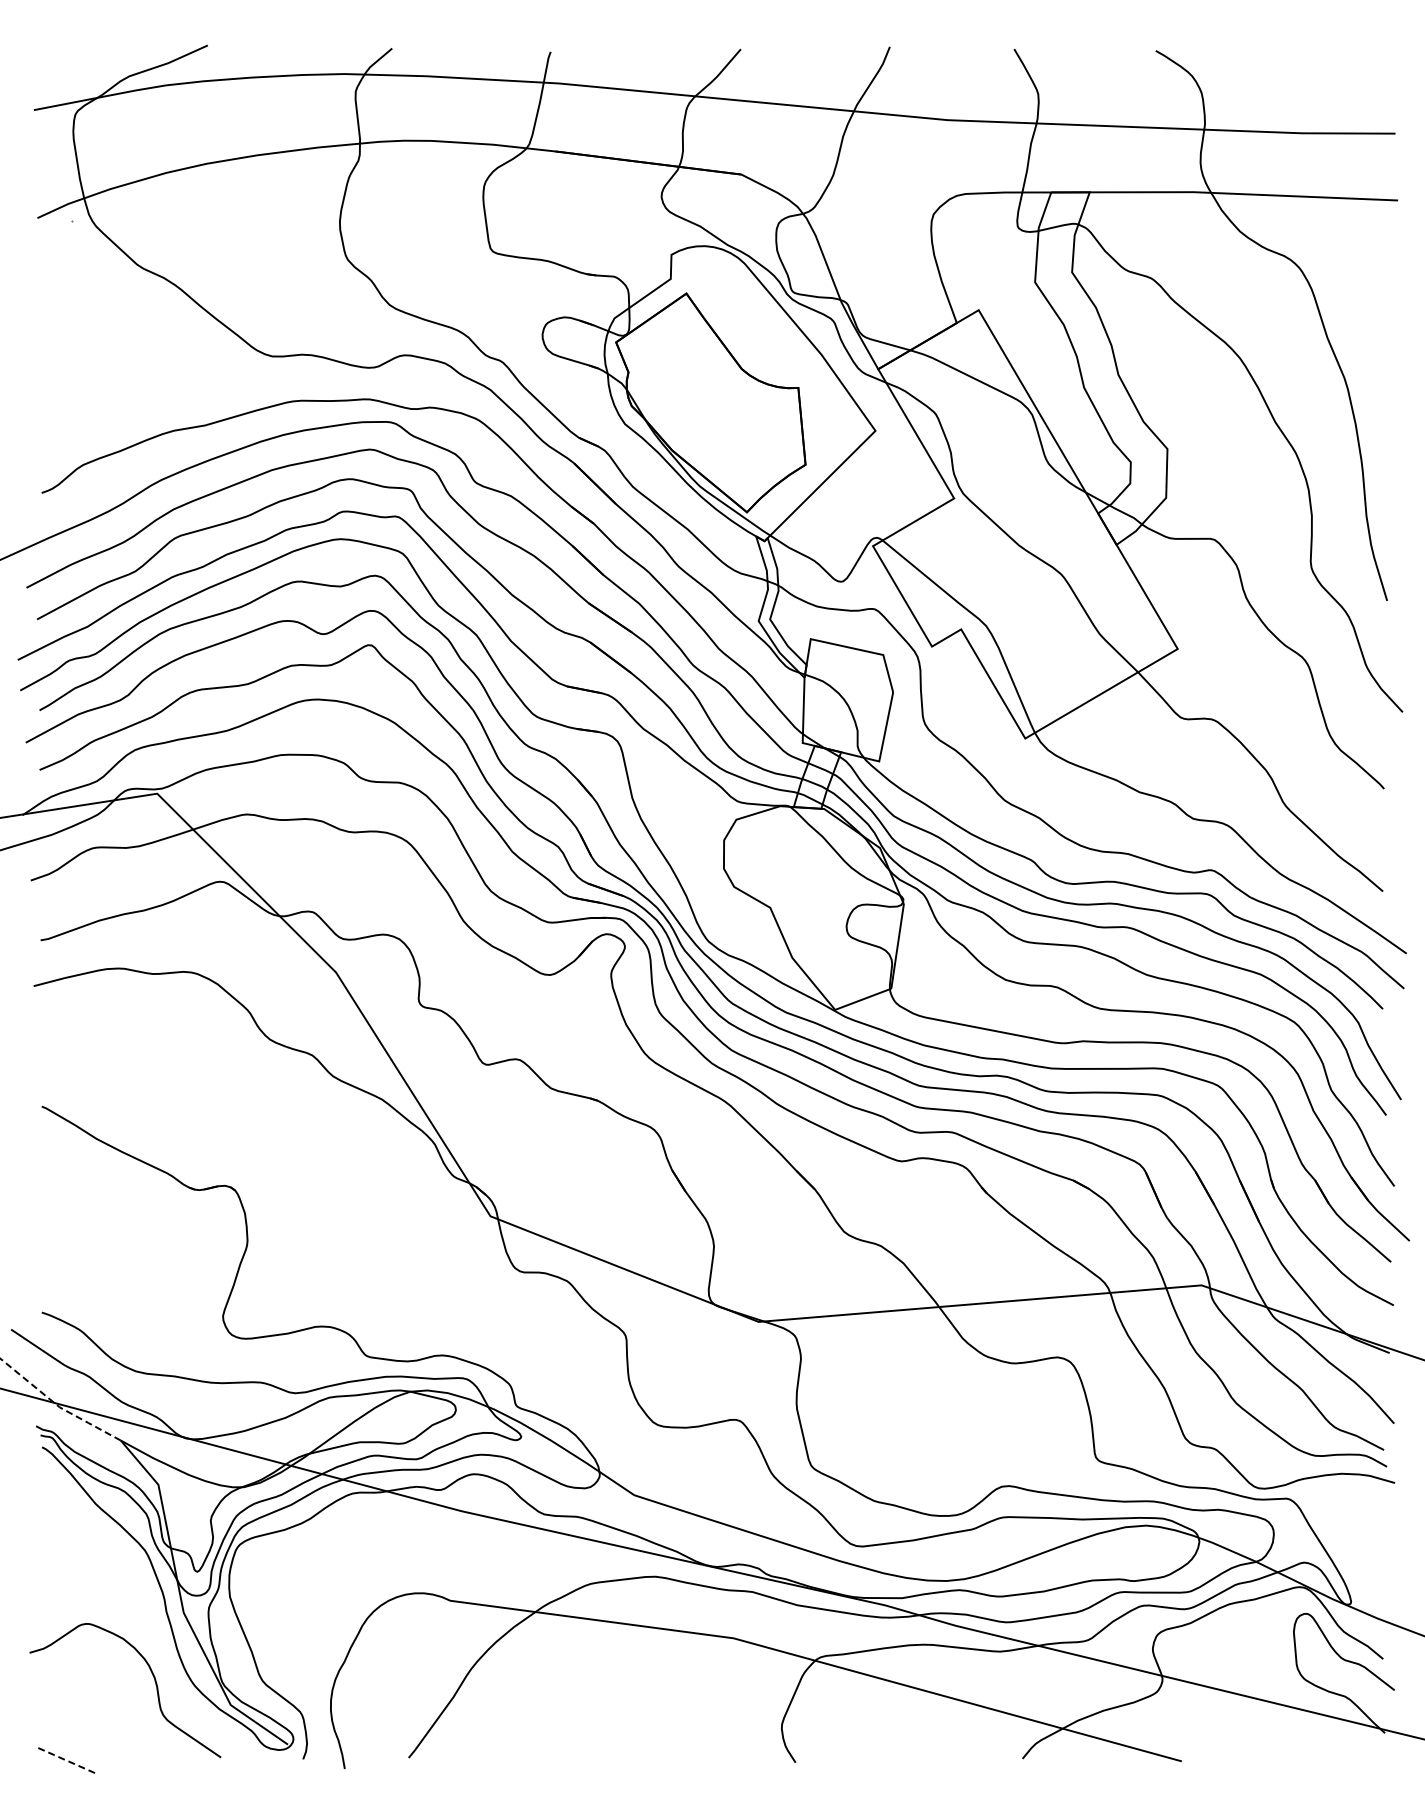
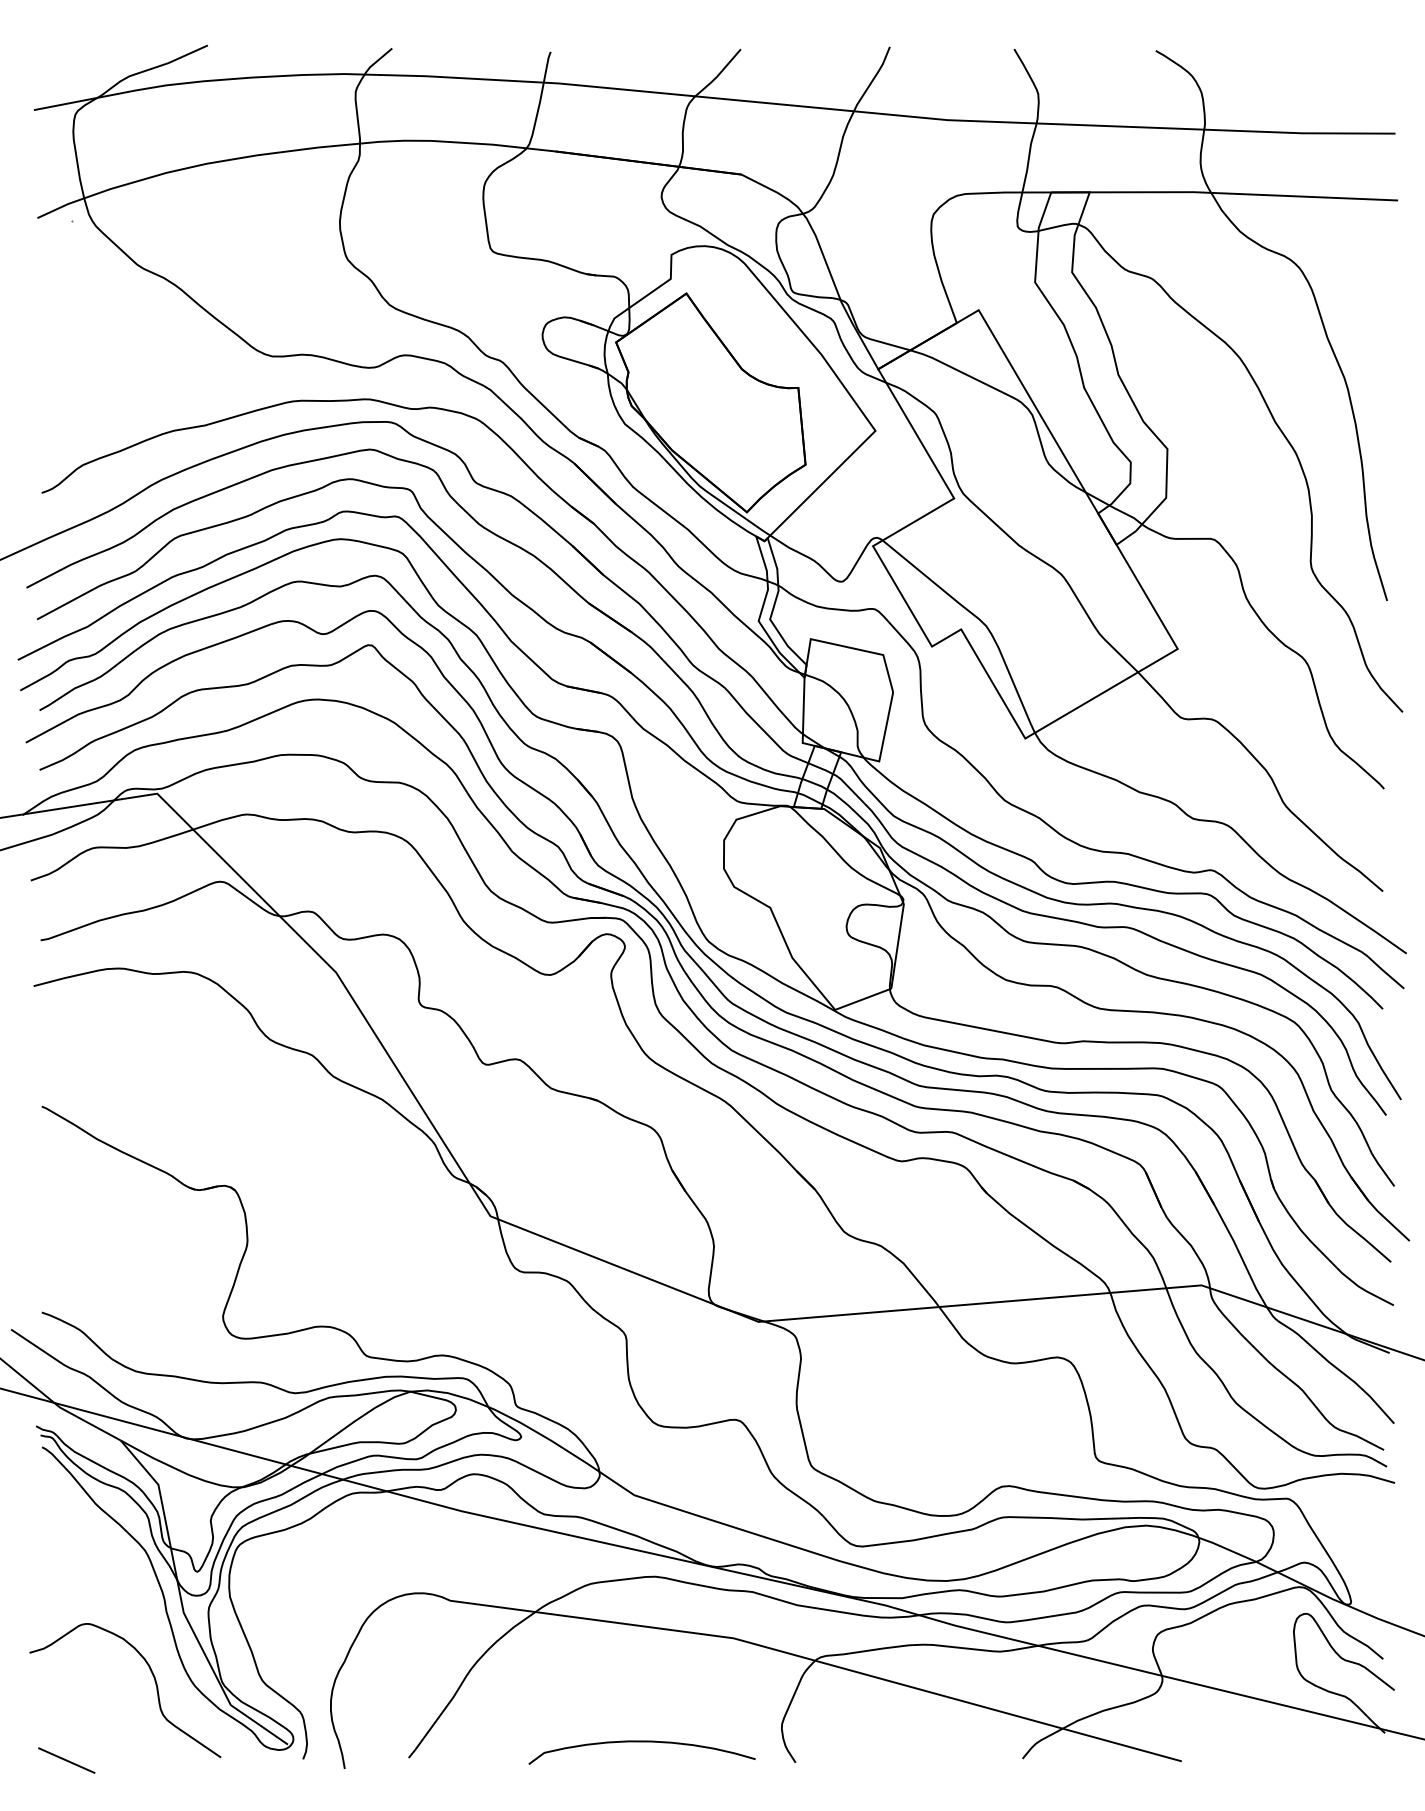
line at (58, 1406): dashed -> solid
curve at (641, 1742): none -> present
line at (67, 1760): dashed -> solid
